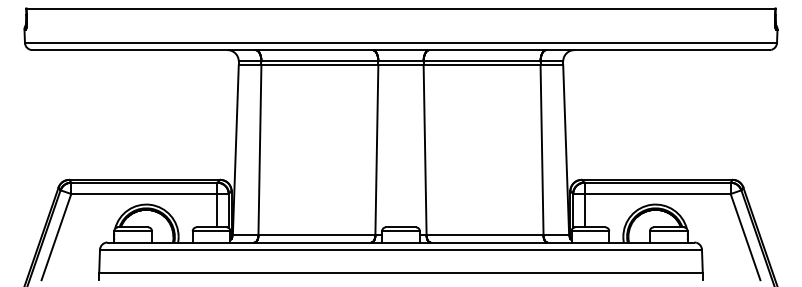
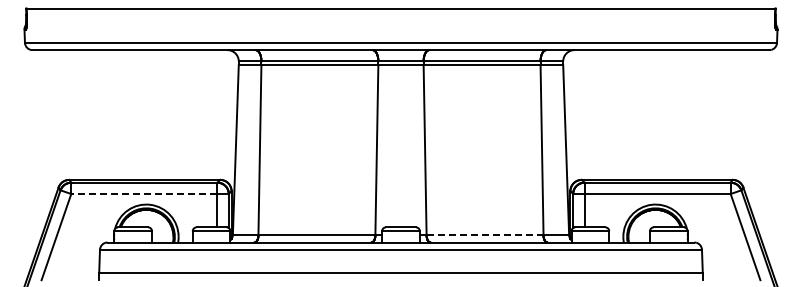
line at (143, 194): solid -> dashed
line at (485, 235): solid -> dashed
